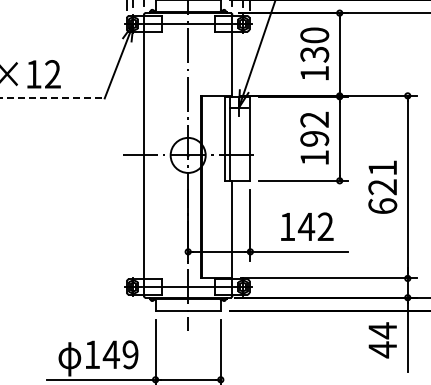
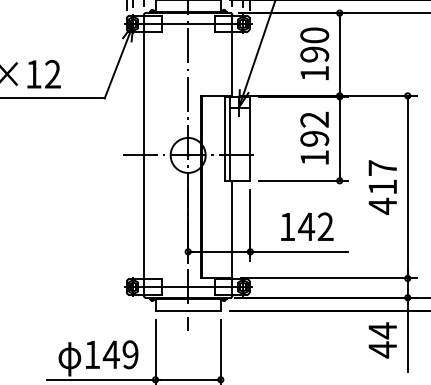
text at (314, 54): 130 -> 190
line at (52, 98): dashed -> solid
text at (382, 187): 621 -> 417
